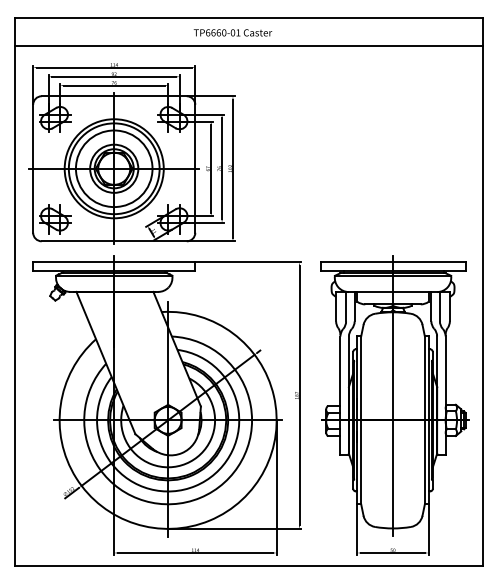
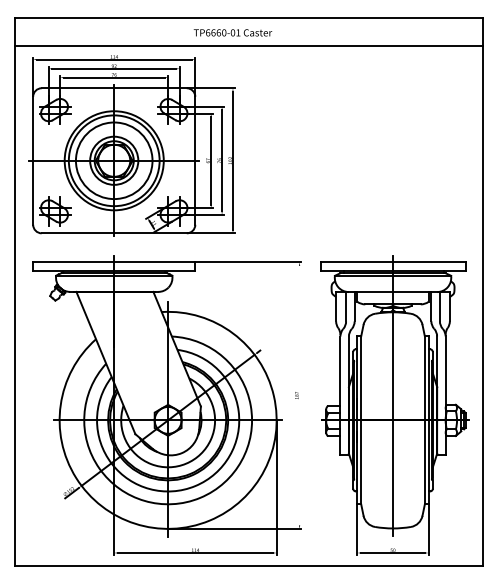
part at (131, 153) position: (131, 153) -> (131, 145)
line at (299, 395): present -> none
